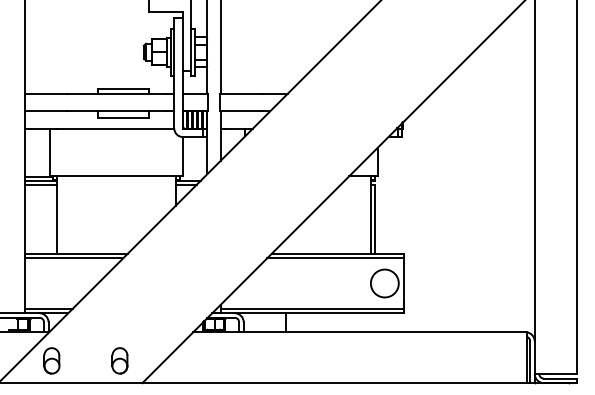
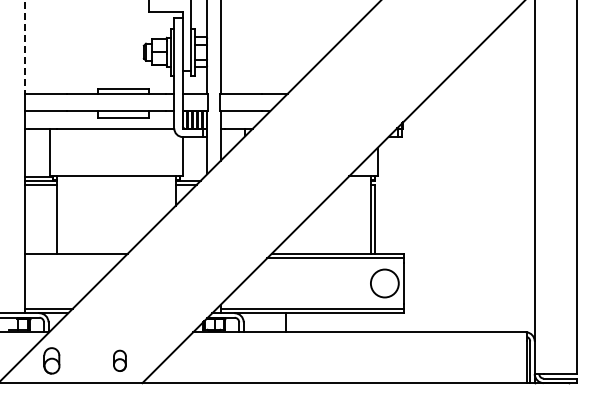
line at (25, 47): solid -> dashed
line at (74, 258): present -> none
part at (119, 360) size: 18x28 px -> 14x23 px
